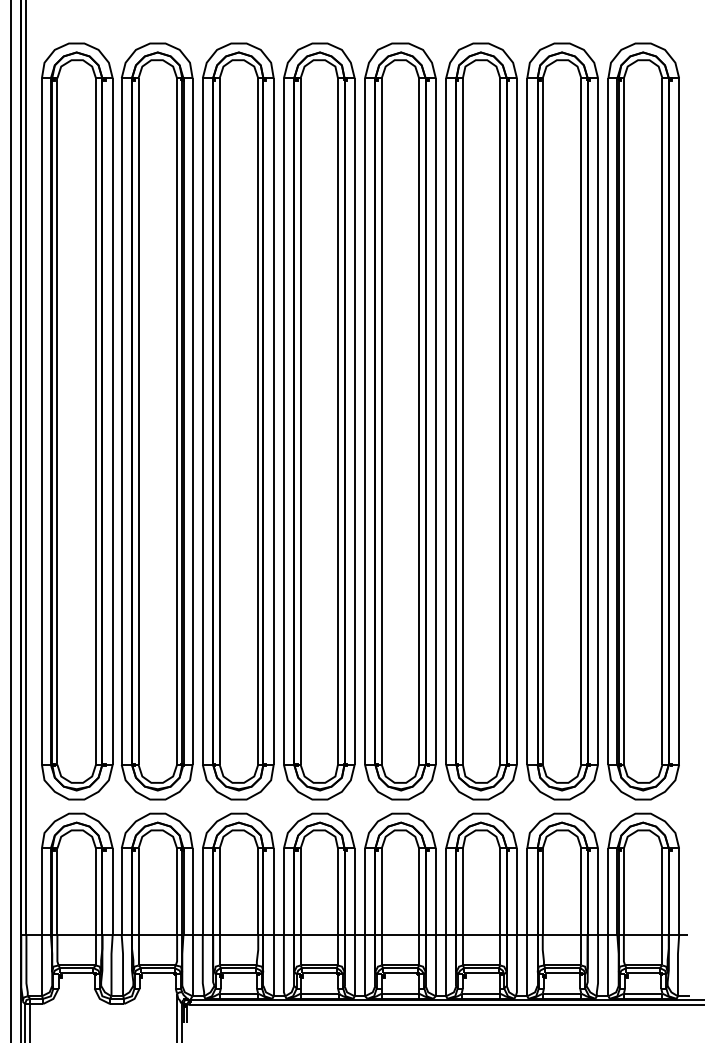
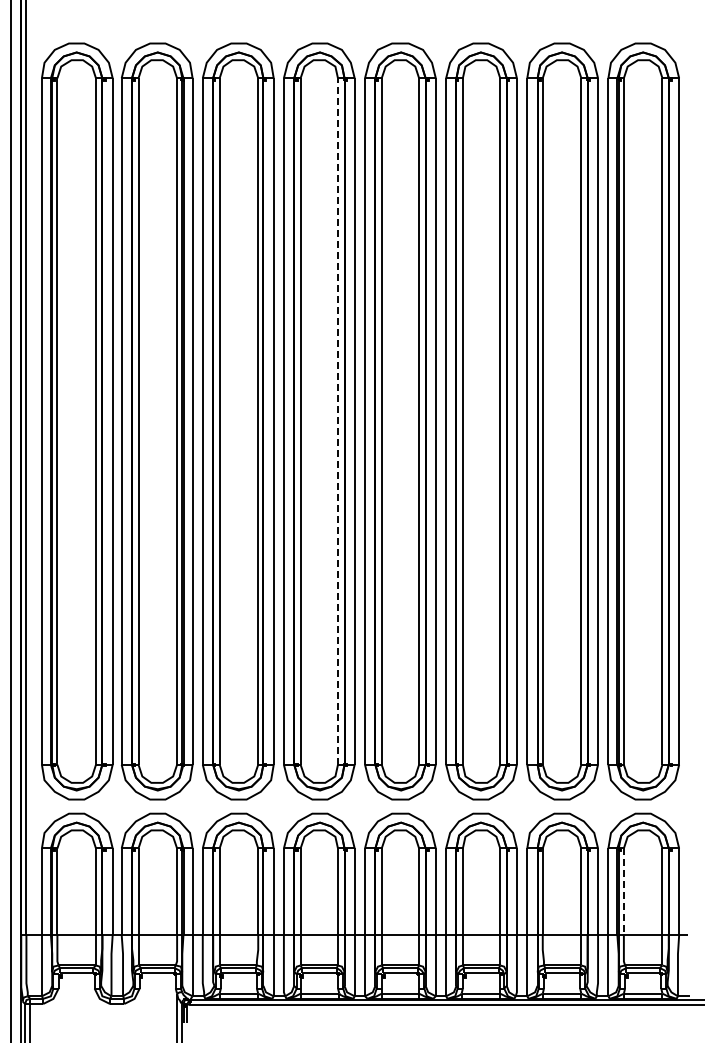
line at (337, 421): solid -> dashed
line at (623, 892): solid -> dashed
